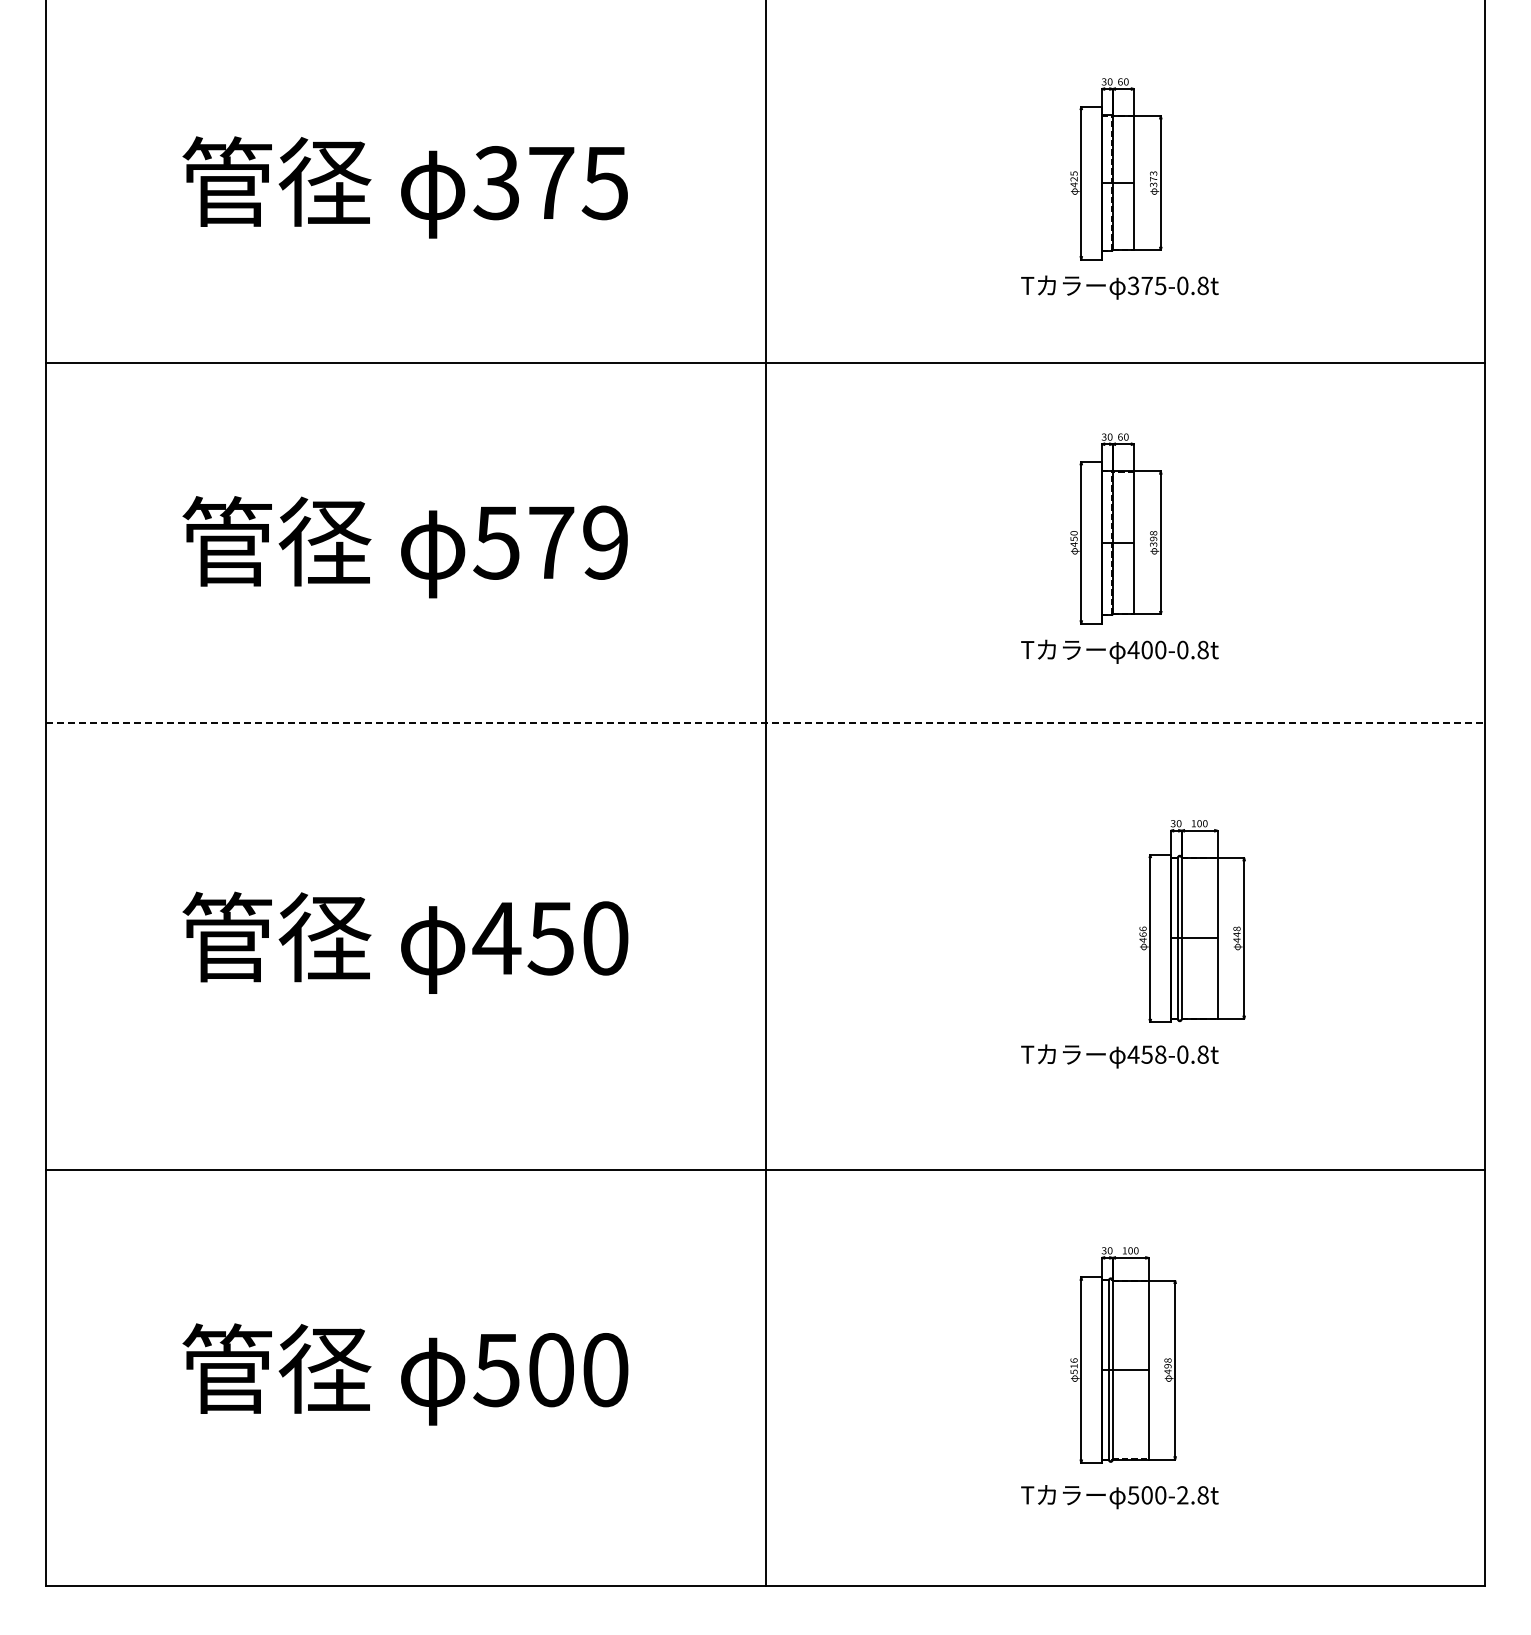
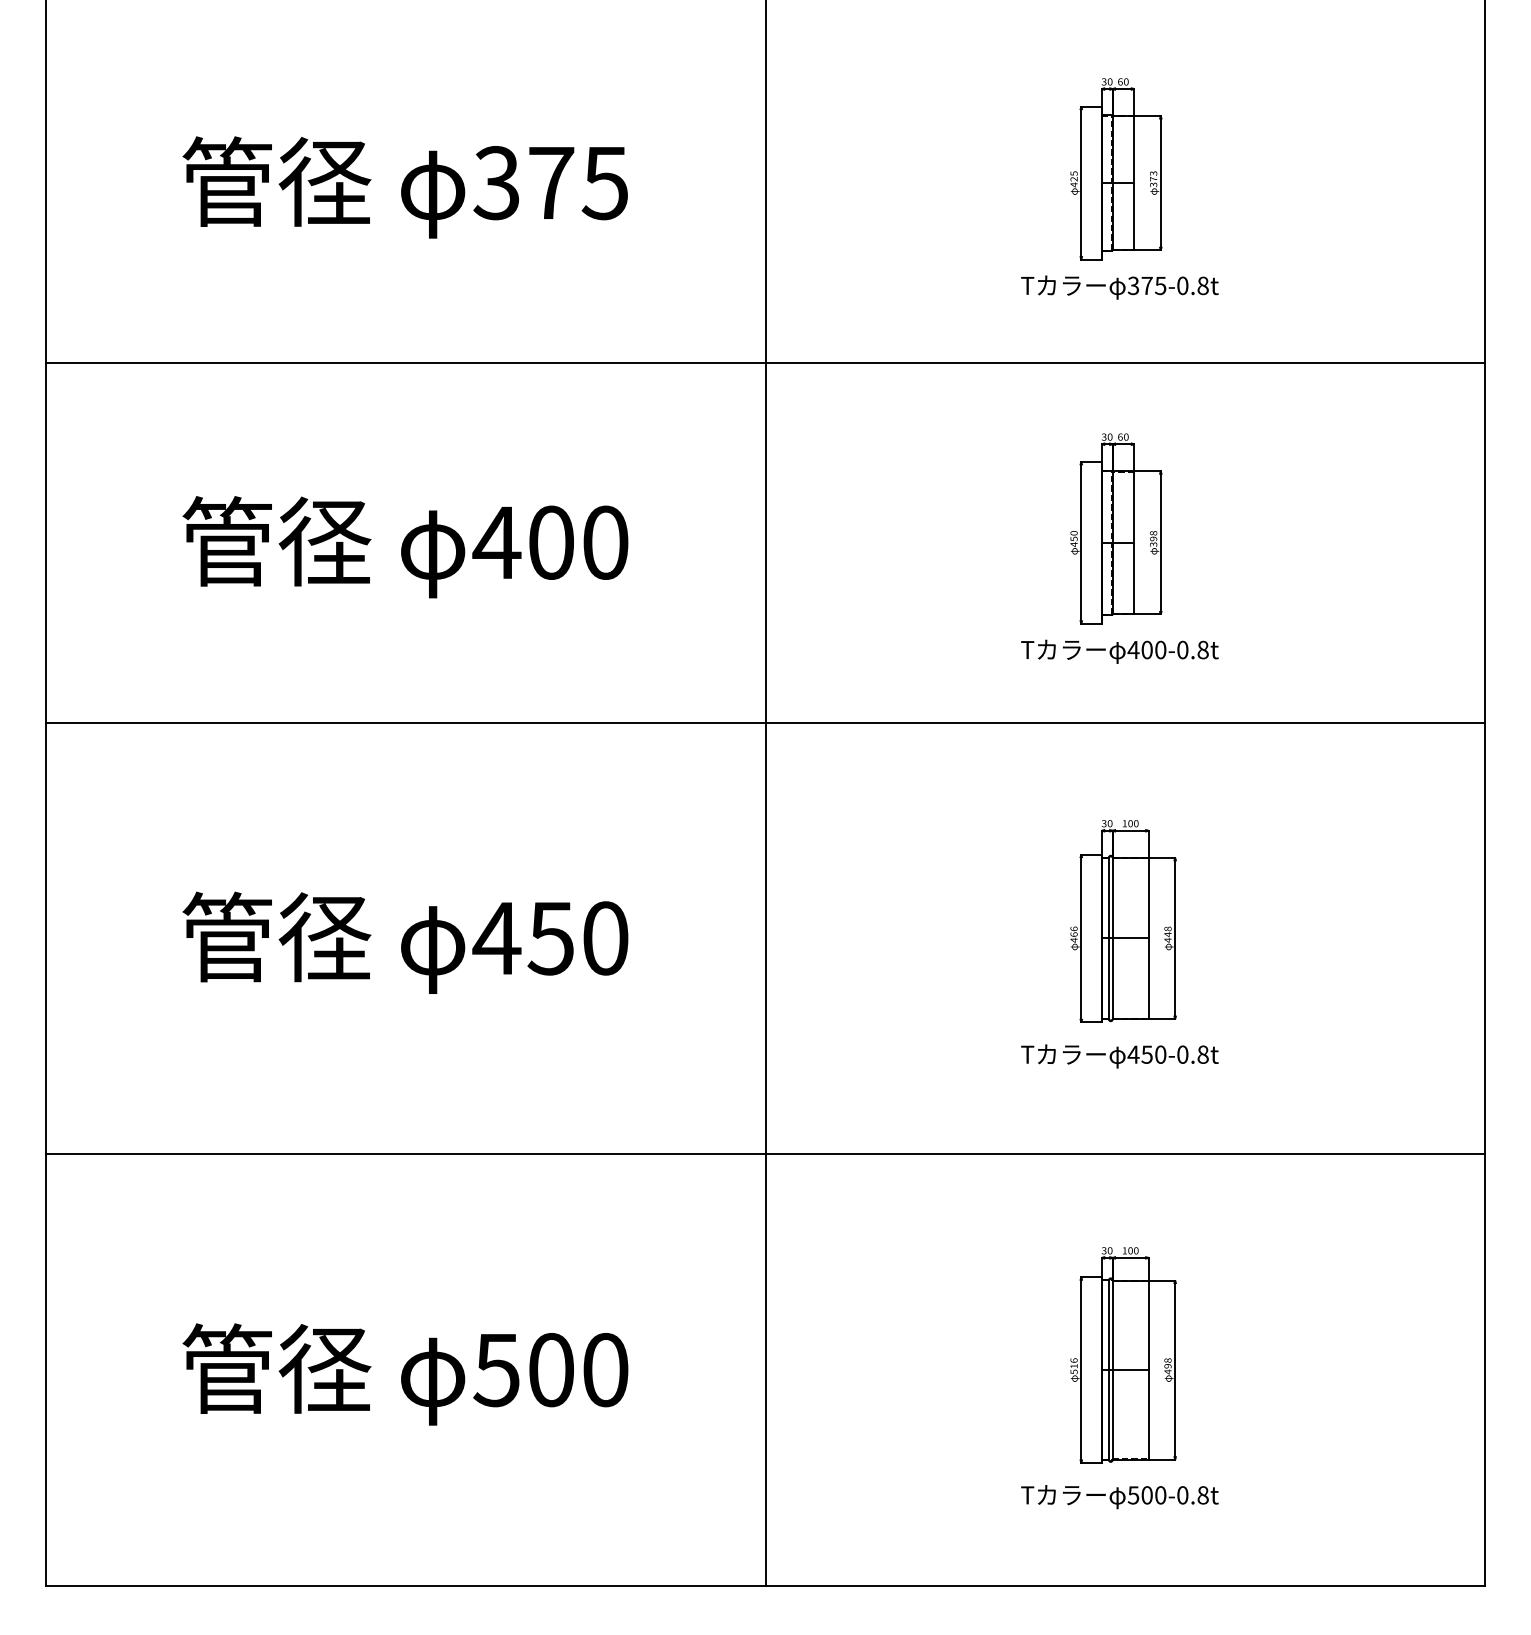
text at (550, 542): 579 -> 400
line at (765, 722): dashed -> solid
part at (1192, 921) position: (1192, 921) -> (1123, 921)
text at (1160, 1054): 458-0.8t -> 450-0.8t
line at (765, 1170) position: (765, 1170) -> (765, 1154)
text at (1182, 1495): 500-2.8t -> 500-0.8t
